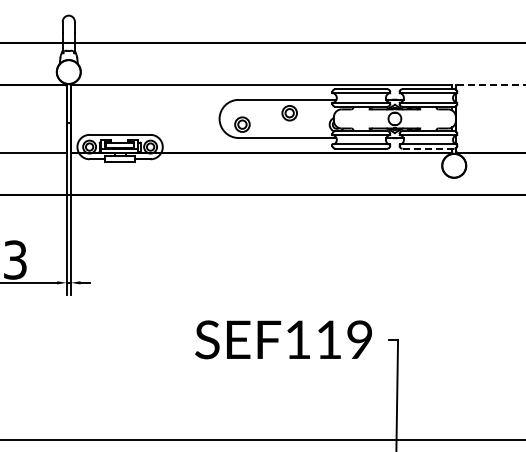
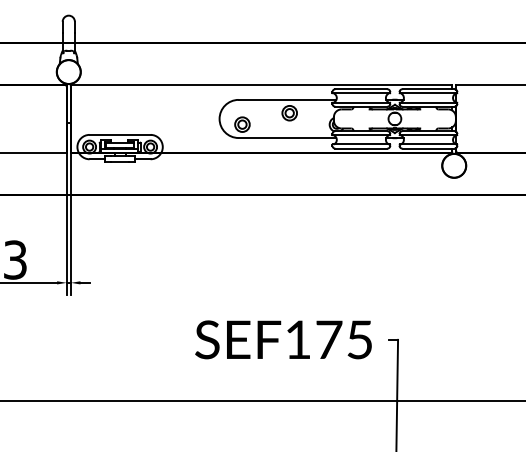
line at (490, 84): dashed -> solid
line at (428, 148): dashed -> solid
text at (344, 339): SEF119 -> SEF175
line at (262, 439) position: (262, 439) -> (262, 400)
